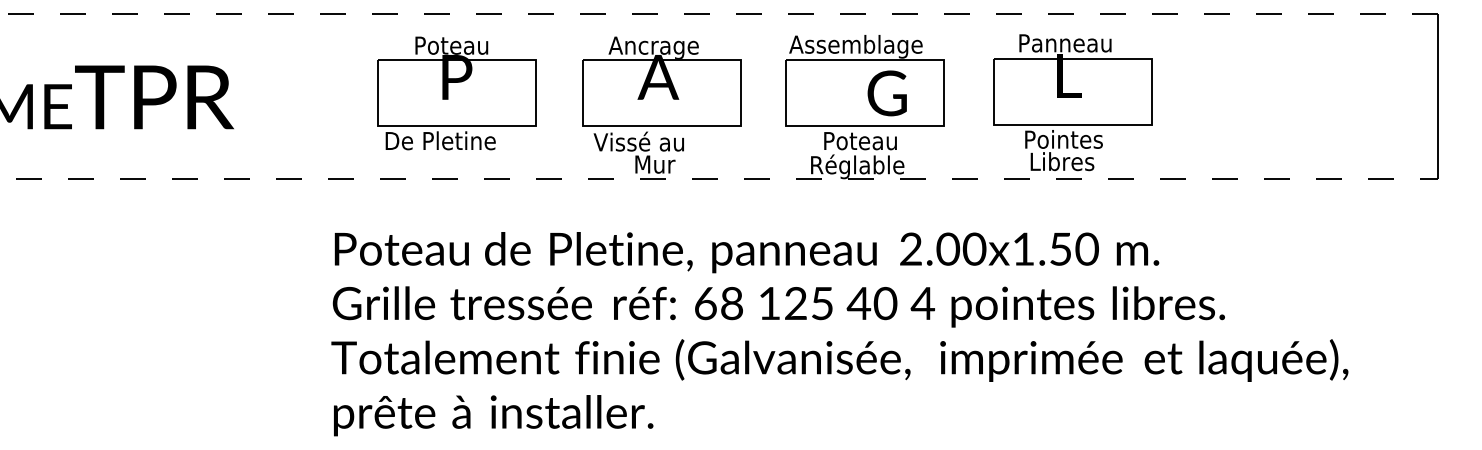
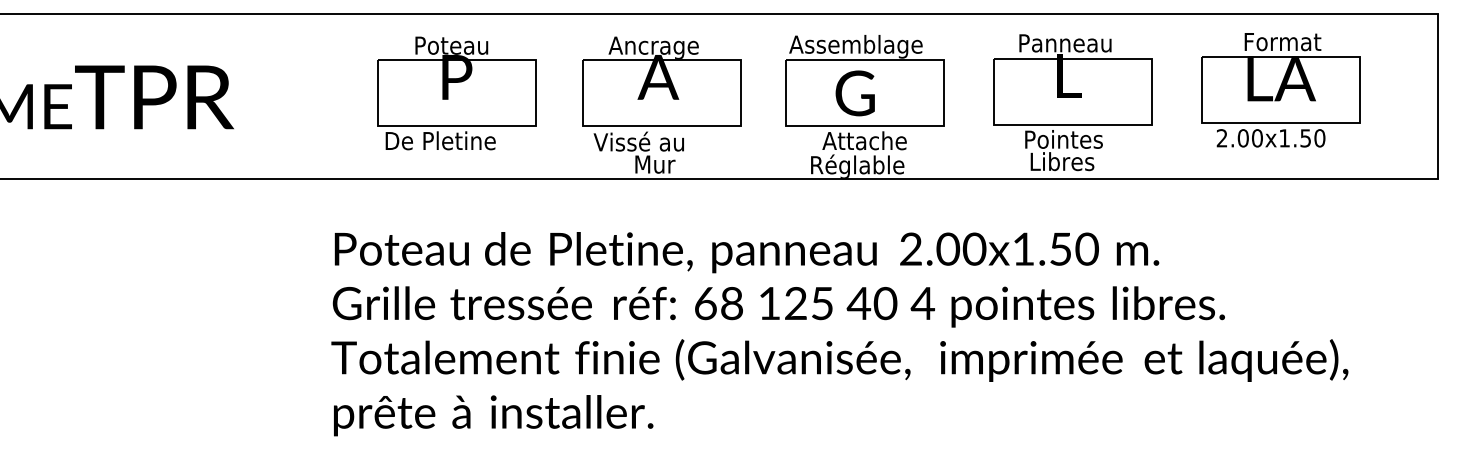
line at (718, 13): dashed -> solid
part at (1280, 90): none -> present
text at (886, 93) position: (886, 93) -> (854, 93)
text at (864, 140): Poteau -> Attache
line at (719, 179): dashed -> solid
